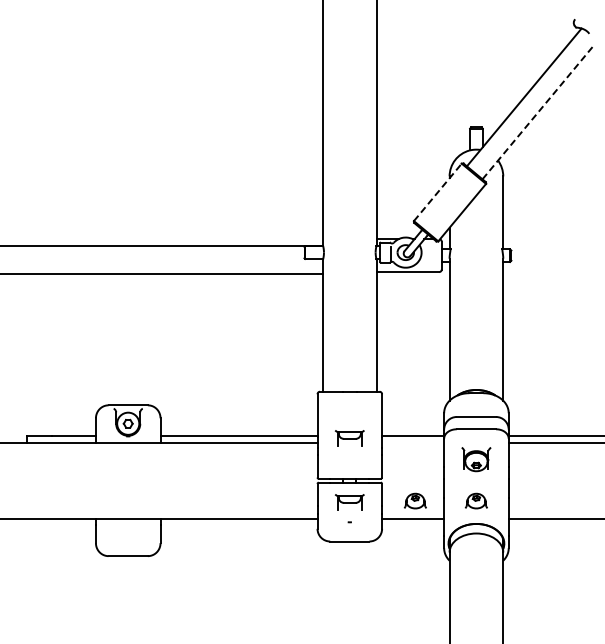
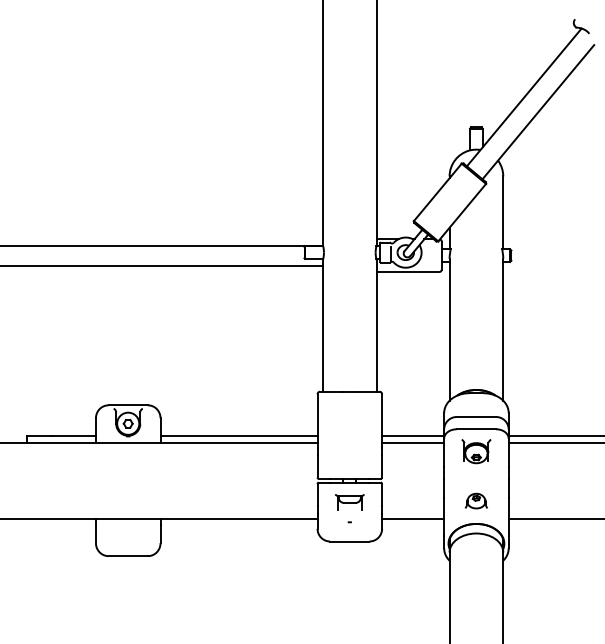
line at (538, 111): dashed -> solid
line at (438, 192): dashed -> solid
line at (162, 273) position: (162, 273) -> (162, 265)
part at (349, 438): present -> none
line at (413, 442): none -> present
part at (476, 459) position: (476, 459) -> (476, 451)
part at (414, 500): present -> none
